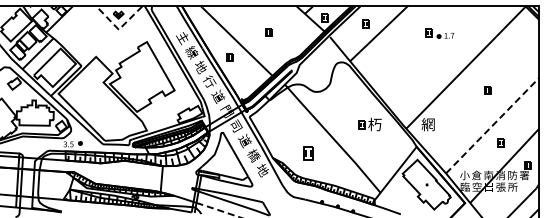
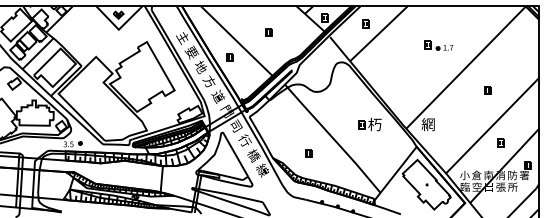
line at (118, 29): dashed -> solid
part at (439, 33) position: (439, 33) -> (438, 45)
text at (191, 52): 線 -> 要
text at (209, 81): 行 -> 方
line at (492, 125): dashed -> solid
text at (244, 140): 道 -> 行
part at (308, 153) size: 11x15 px -> 8x9 px
text at (262, 170): 地 -> 線
line at (217, 209): dashed -> solid
